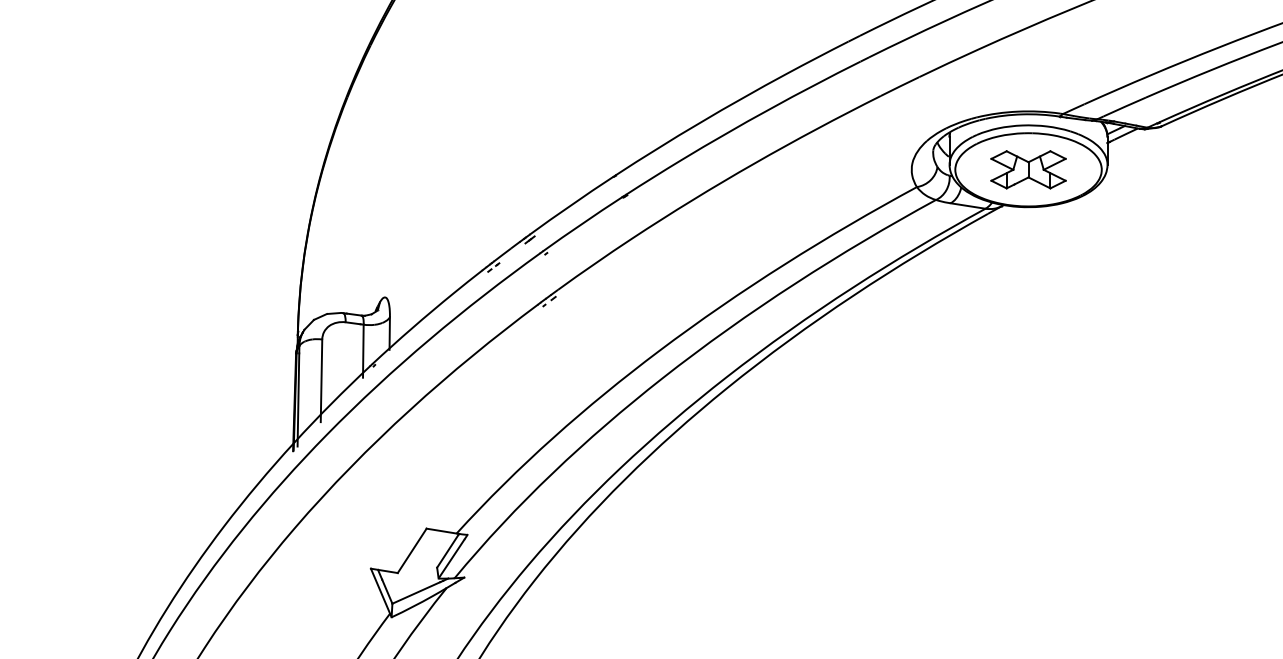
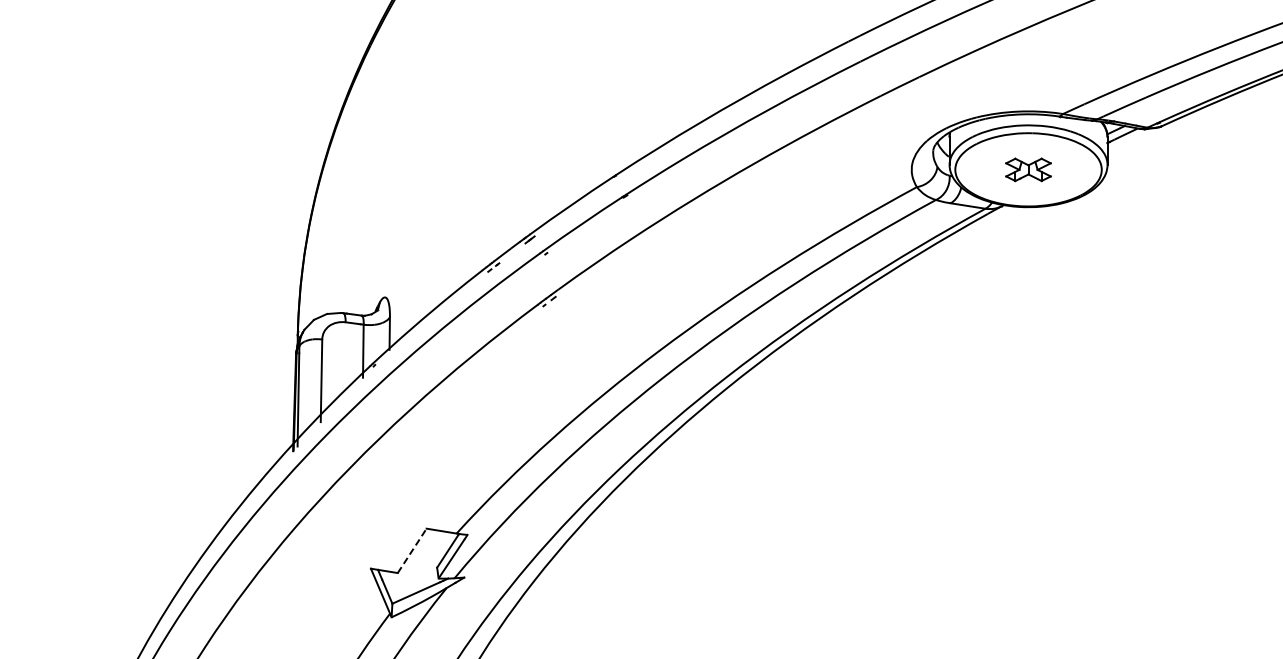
part at (1028, 169) size: 77x40 px -> 47x26 px
line at (412, 550): solid -> dashed
